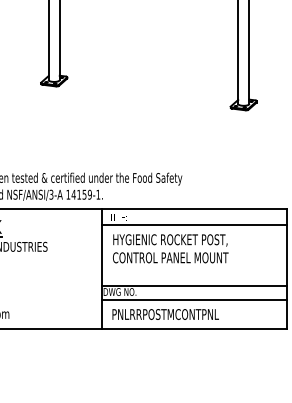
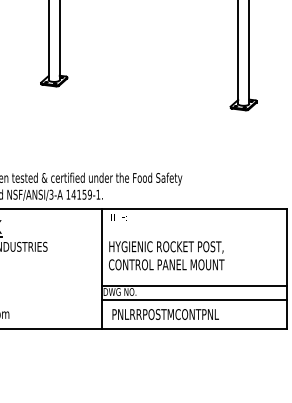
line at (194, 224): present -> none
text at (170, 248) position: (170, 248) -> (166, 255)
